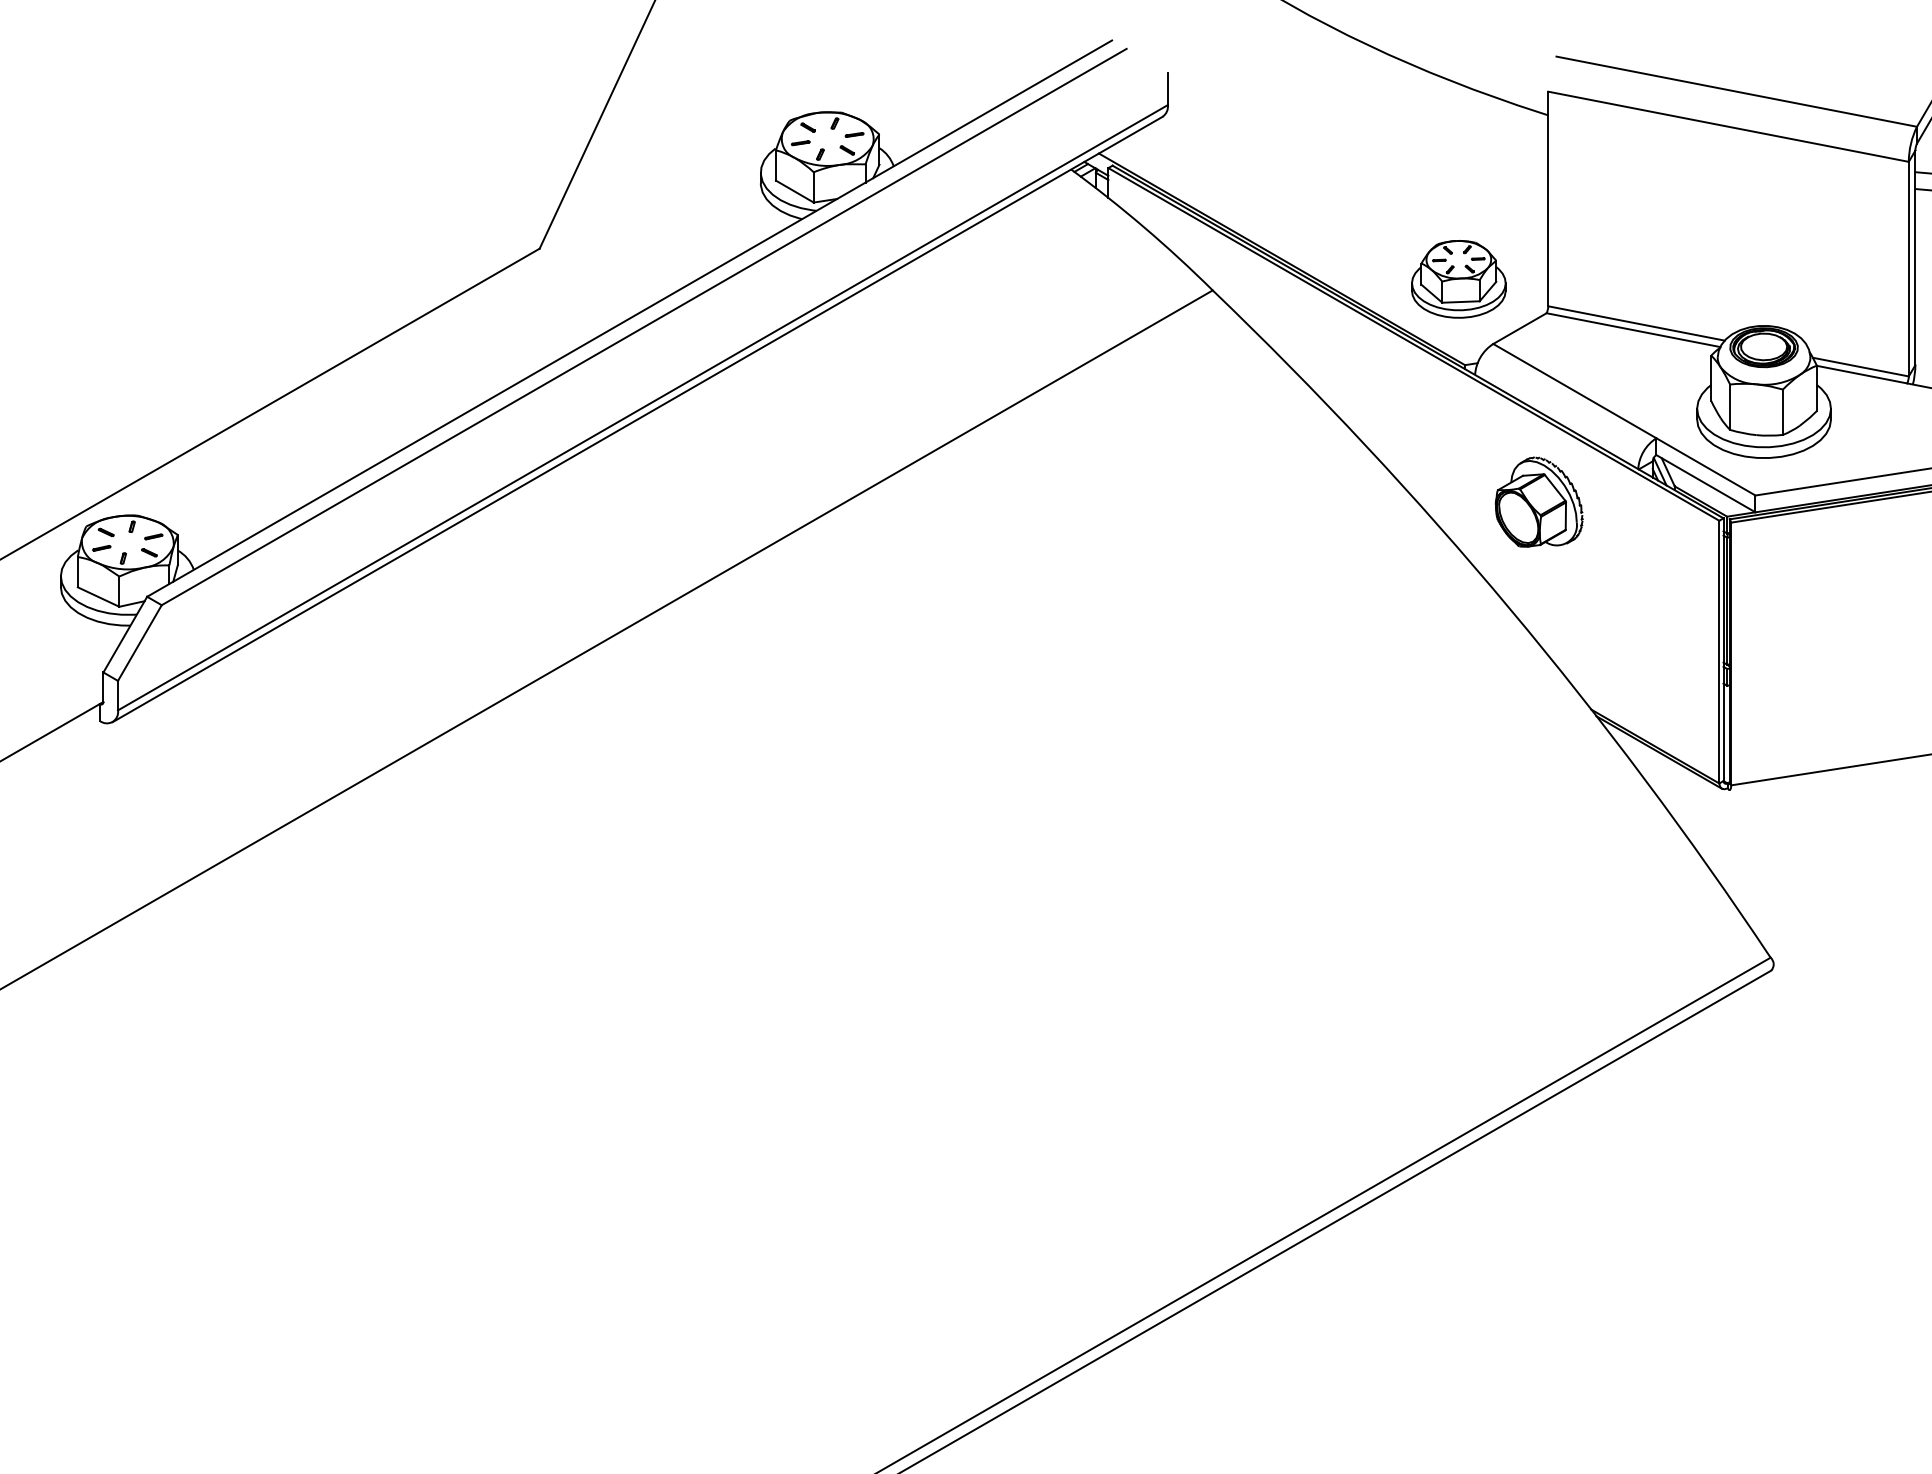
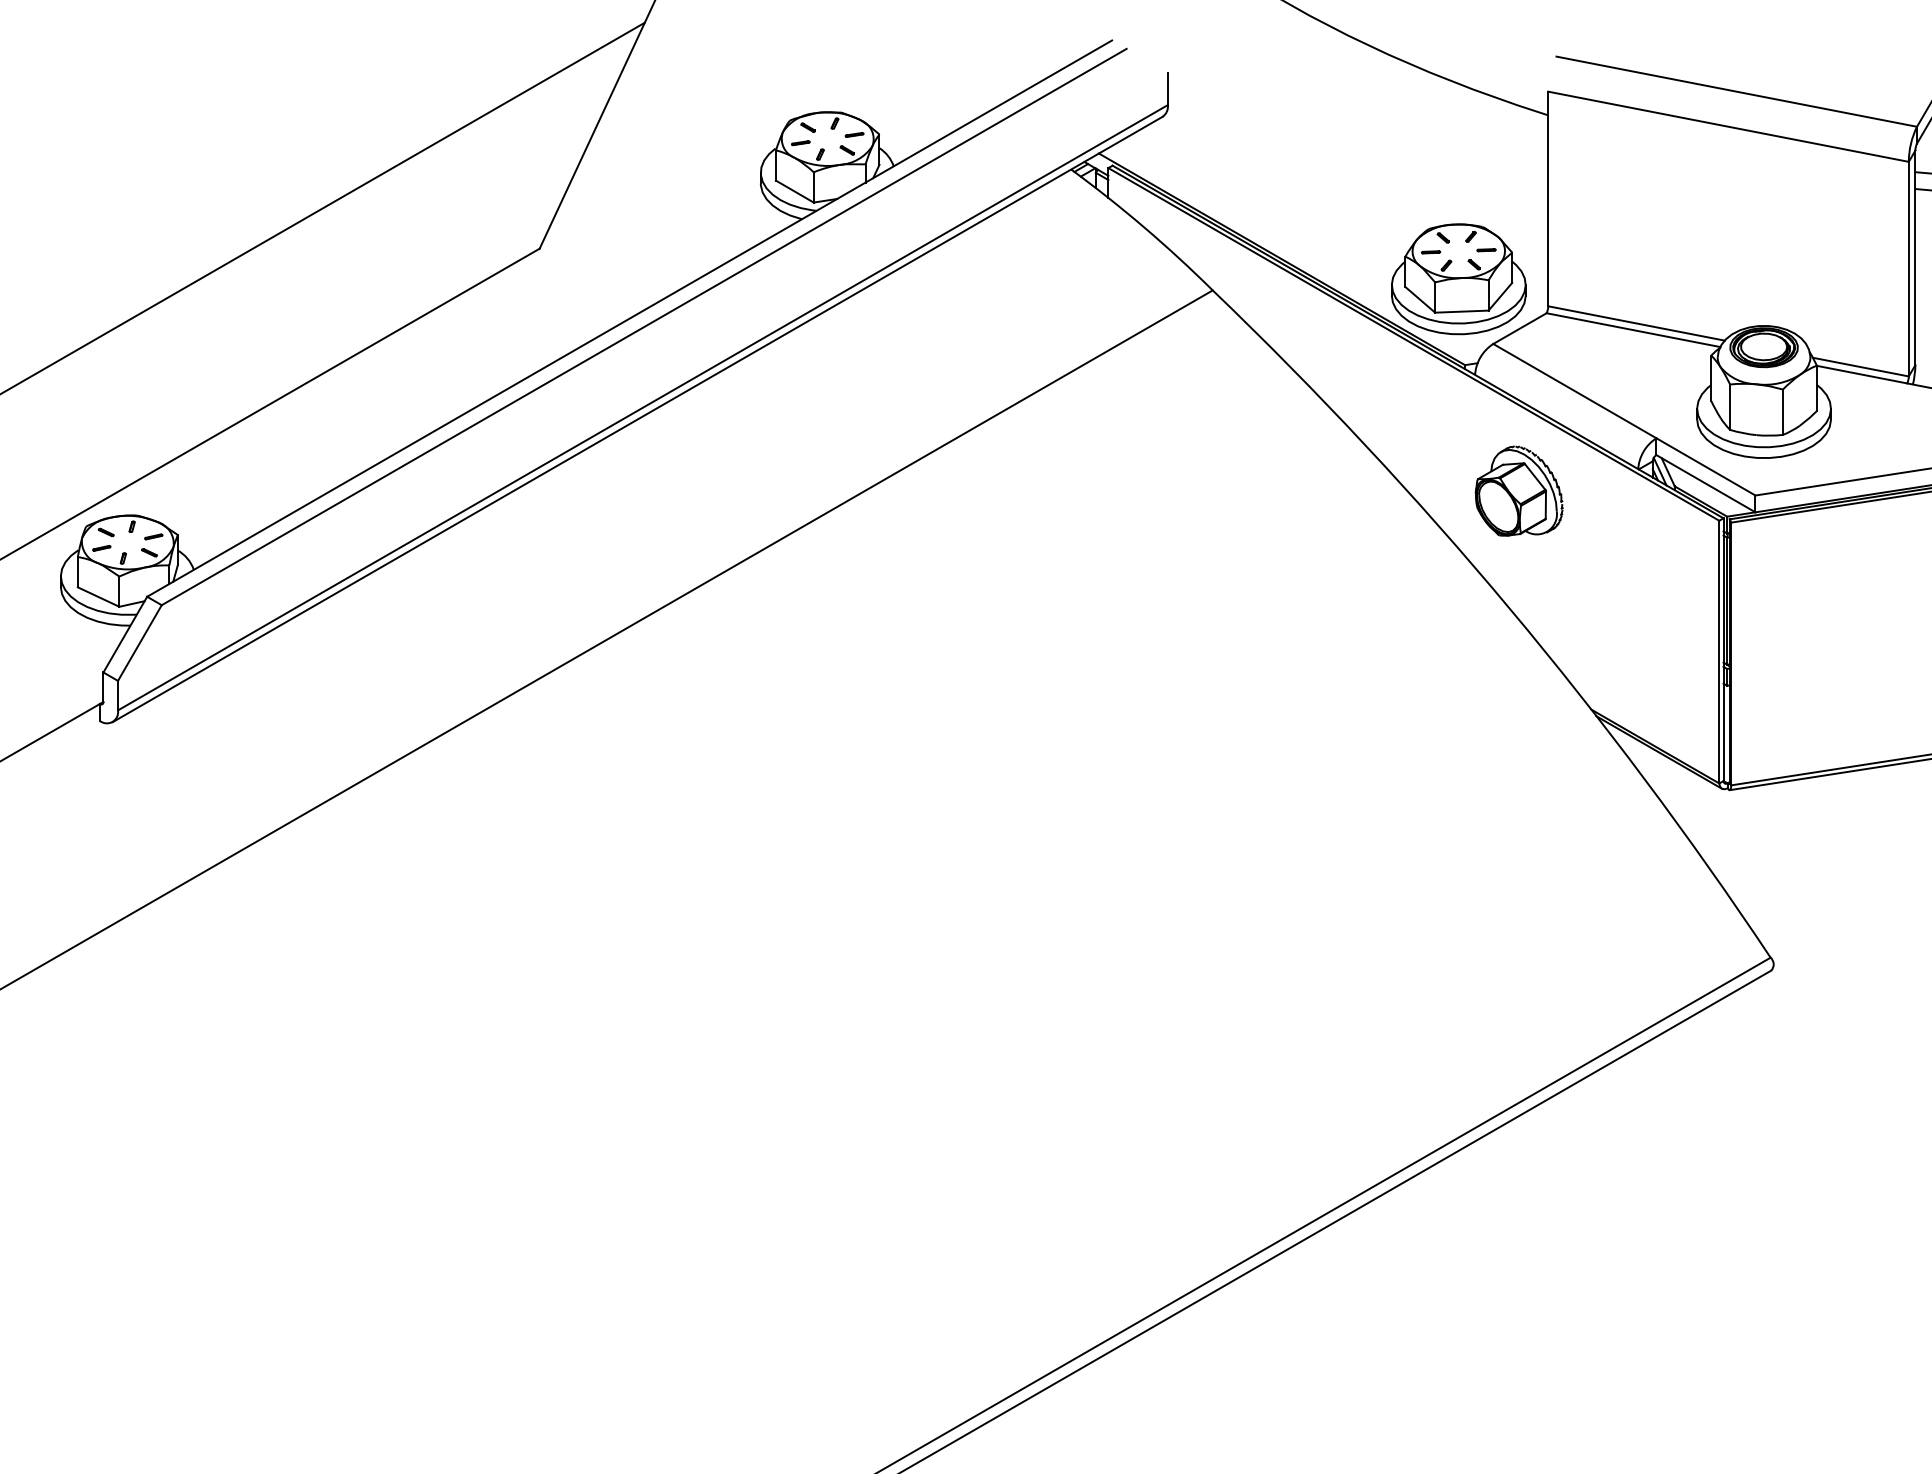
line at (323, 207): none -> present
part at (1458, 279) size: 96x79 px -> 136x113 px
part at (1538, 501) position: (1538, 501) -> (1518, 490)
line at (1828, 774): none -> present
